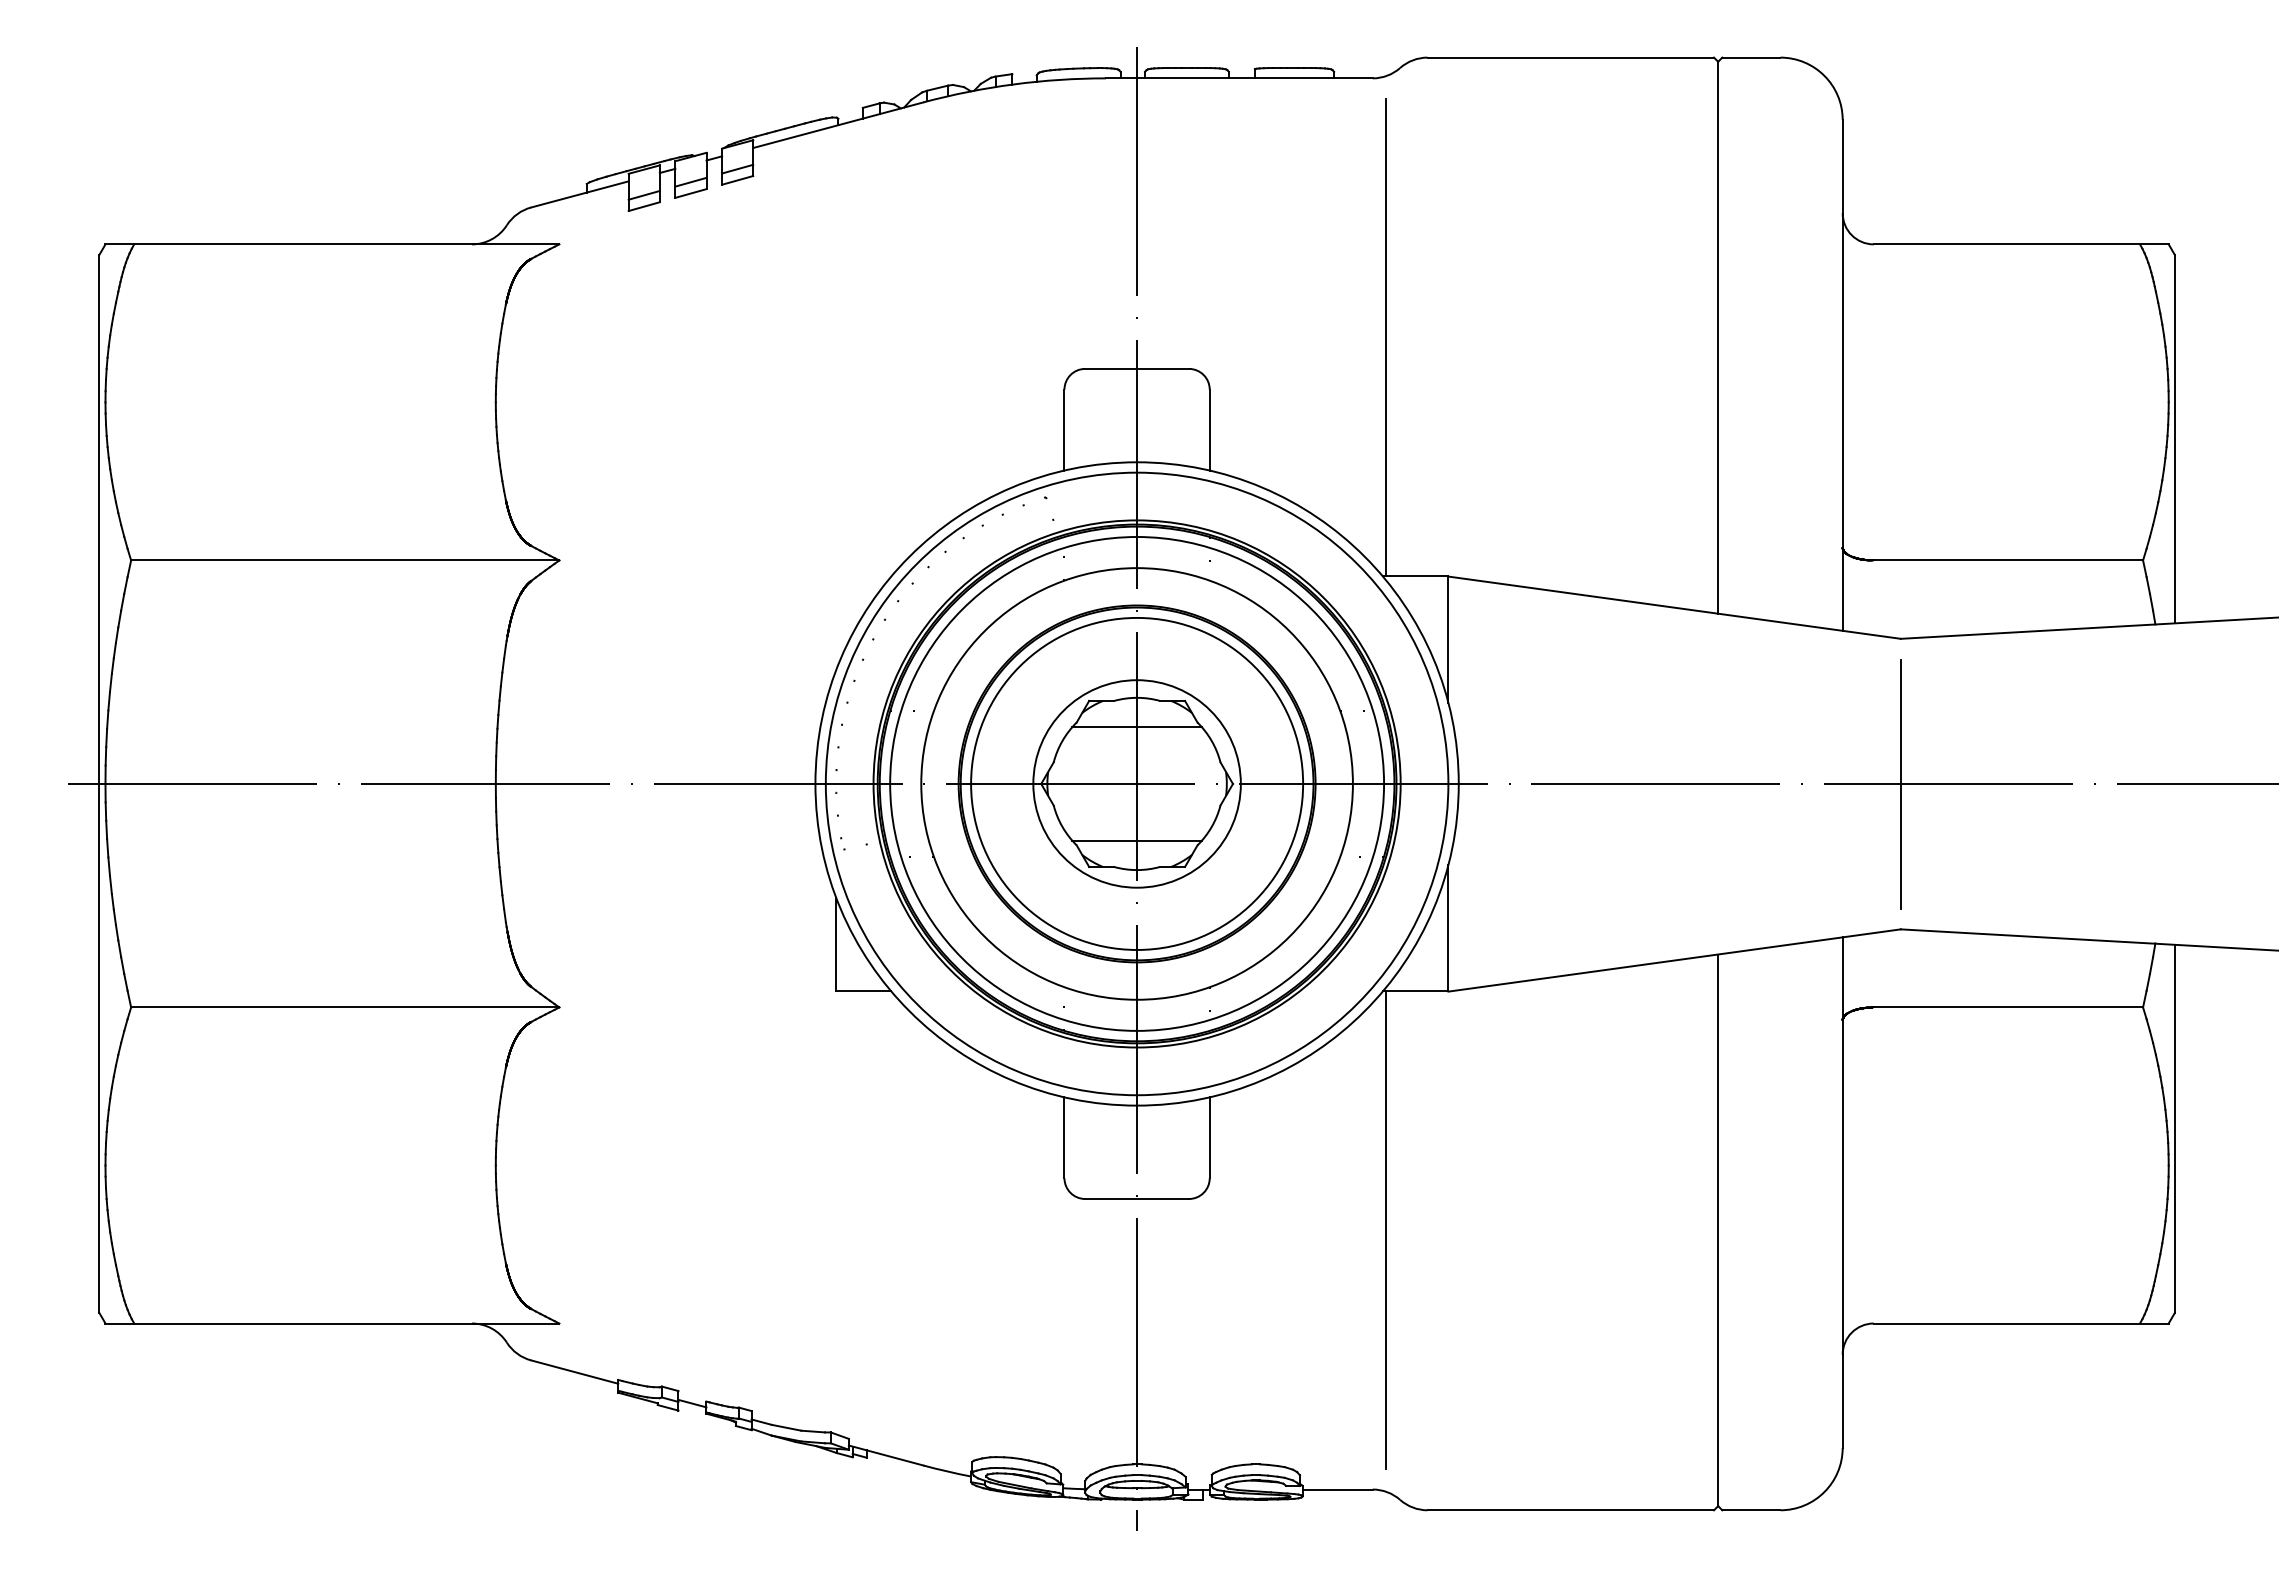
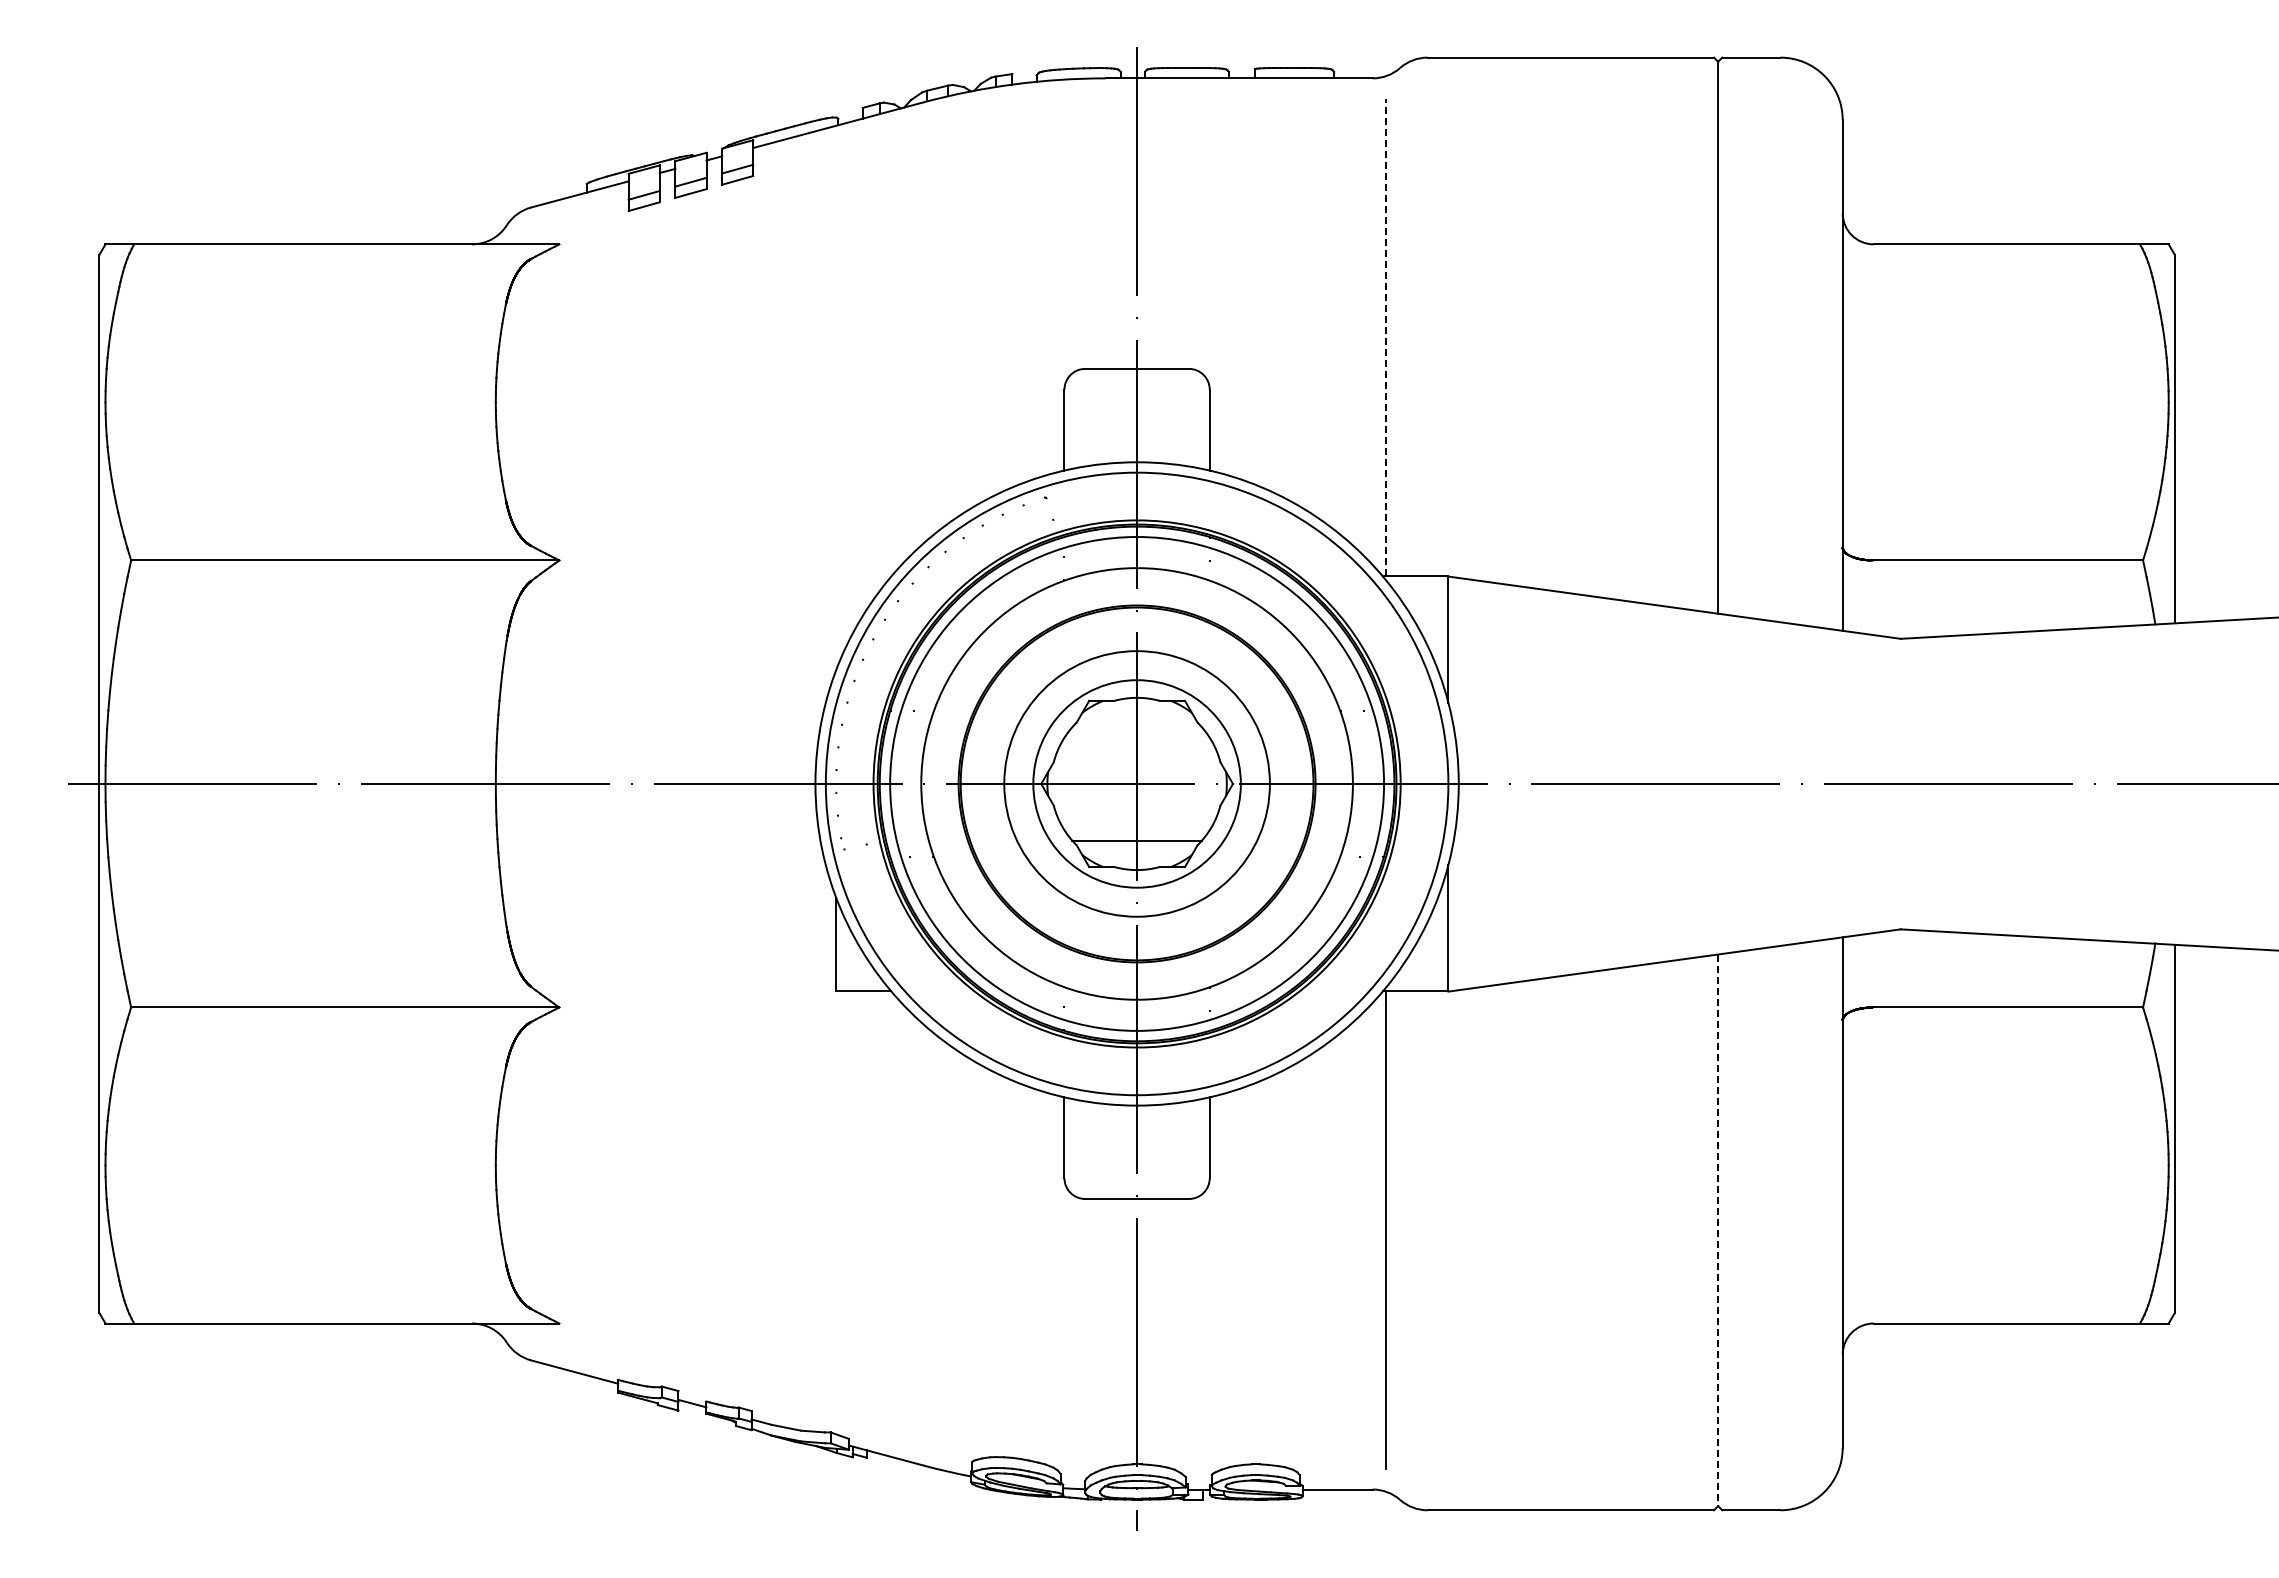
line at (1386, 337): solid -> dashed
line at (1136, 727): present -> none
circle at (1137, 783) diameter: 332 px -> 266 px
line at (1900, 783): present -> none
line at (1718, 1230): solid -> dashed
